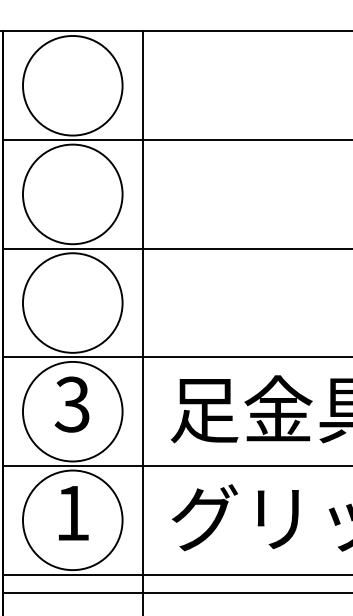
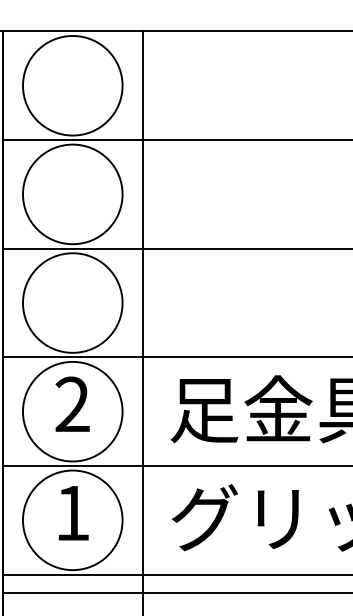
text at (71, 404): 3 -> 2
